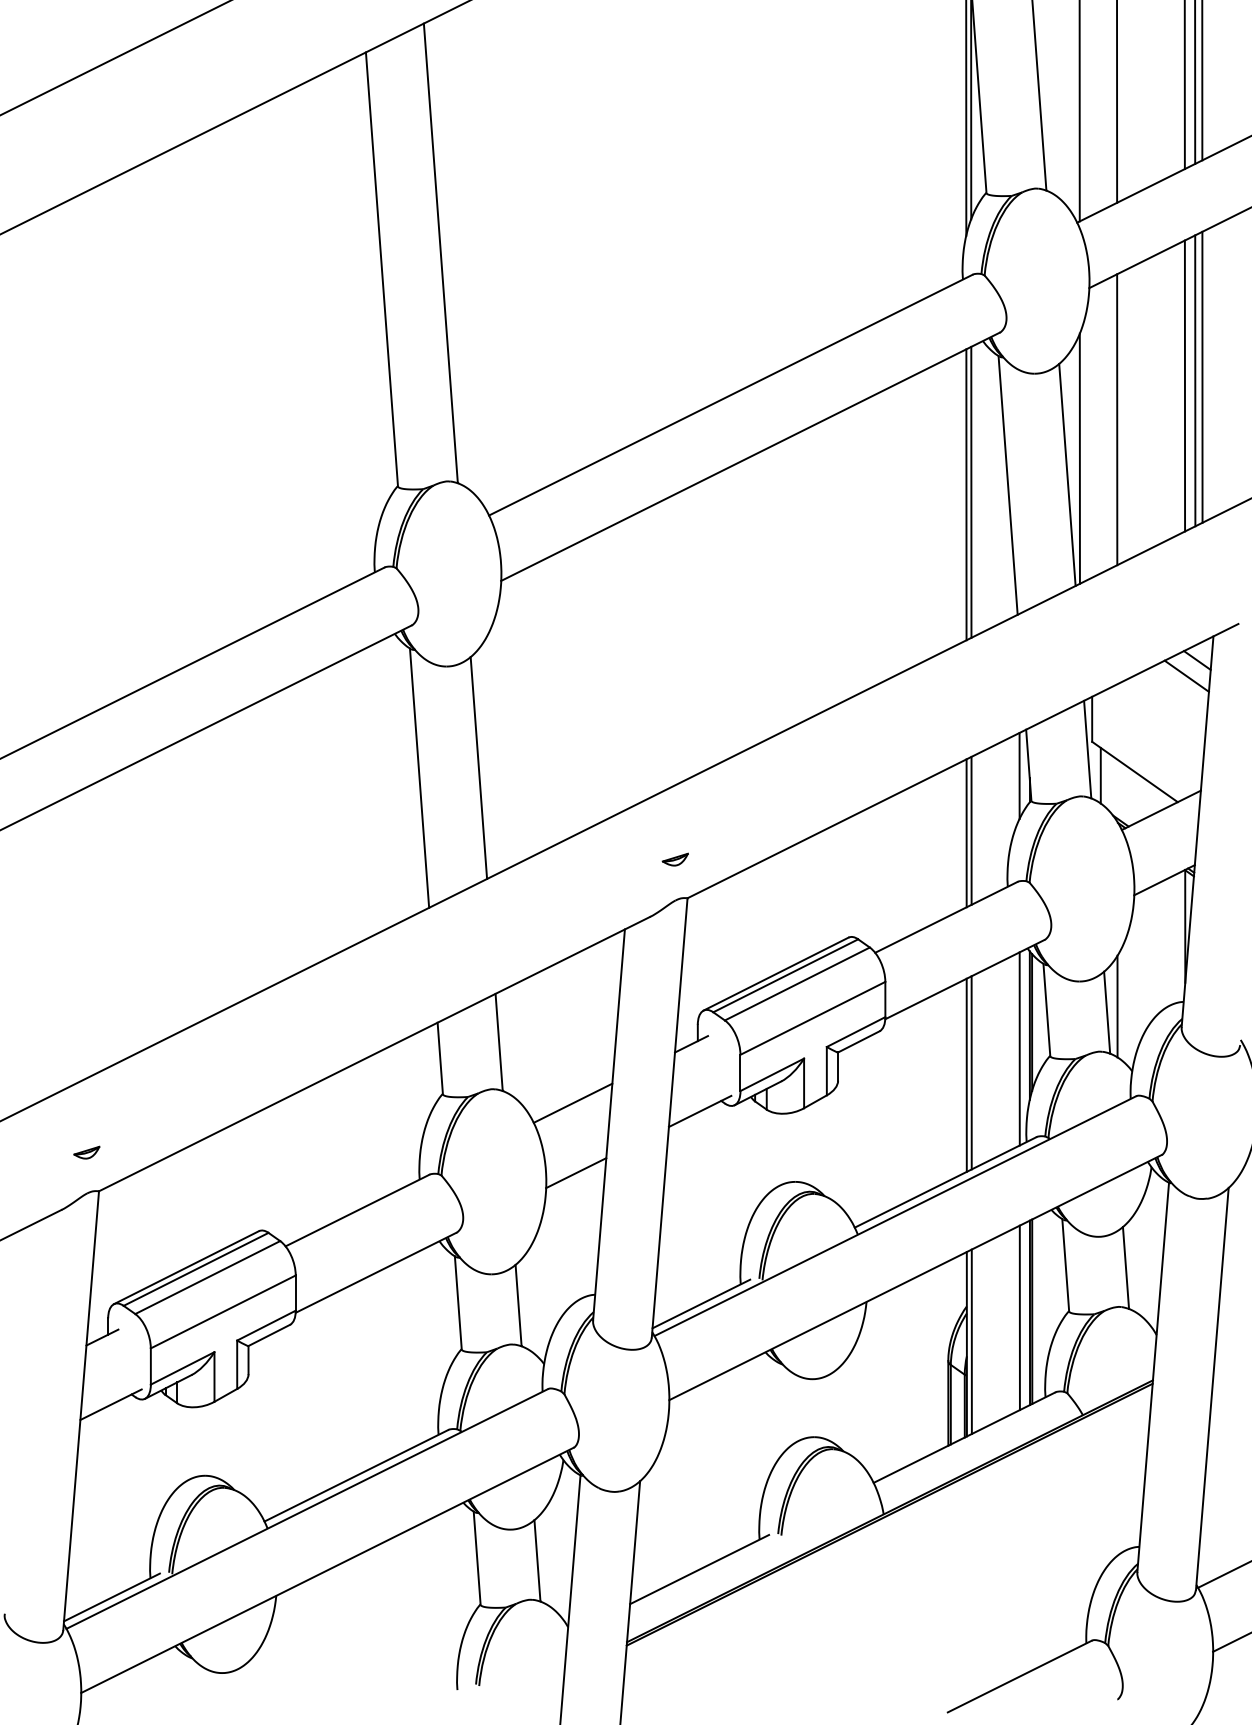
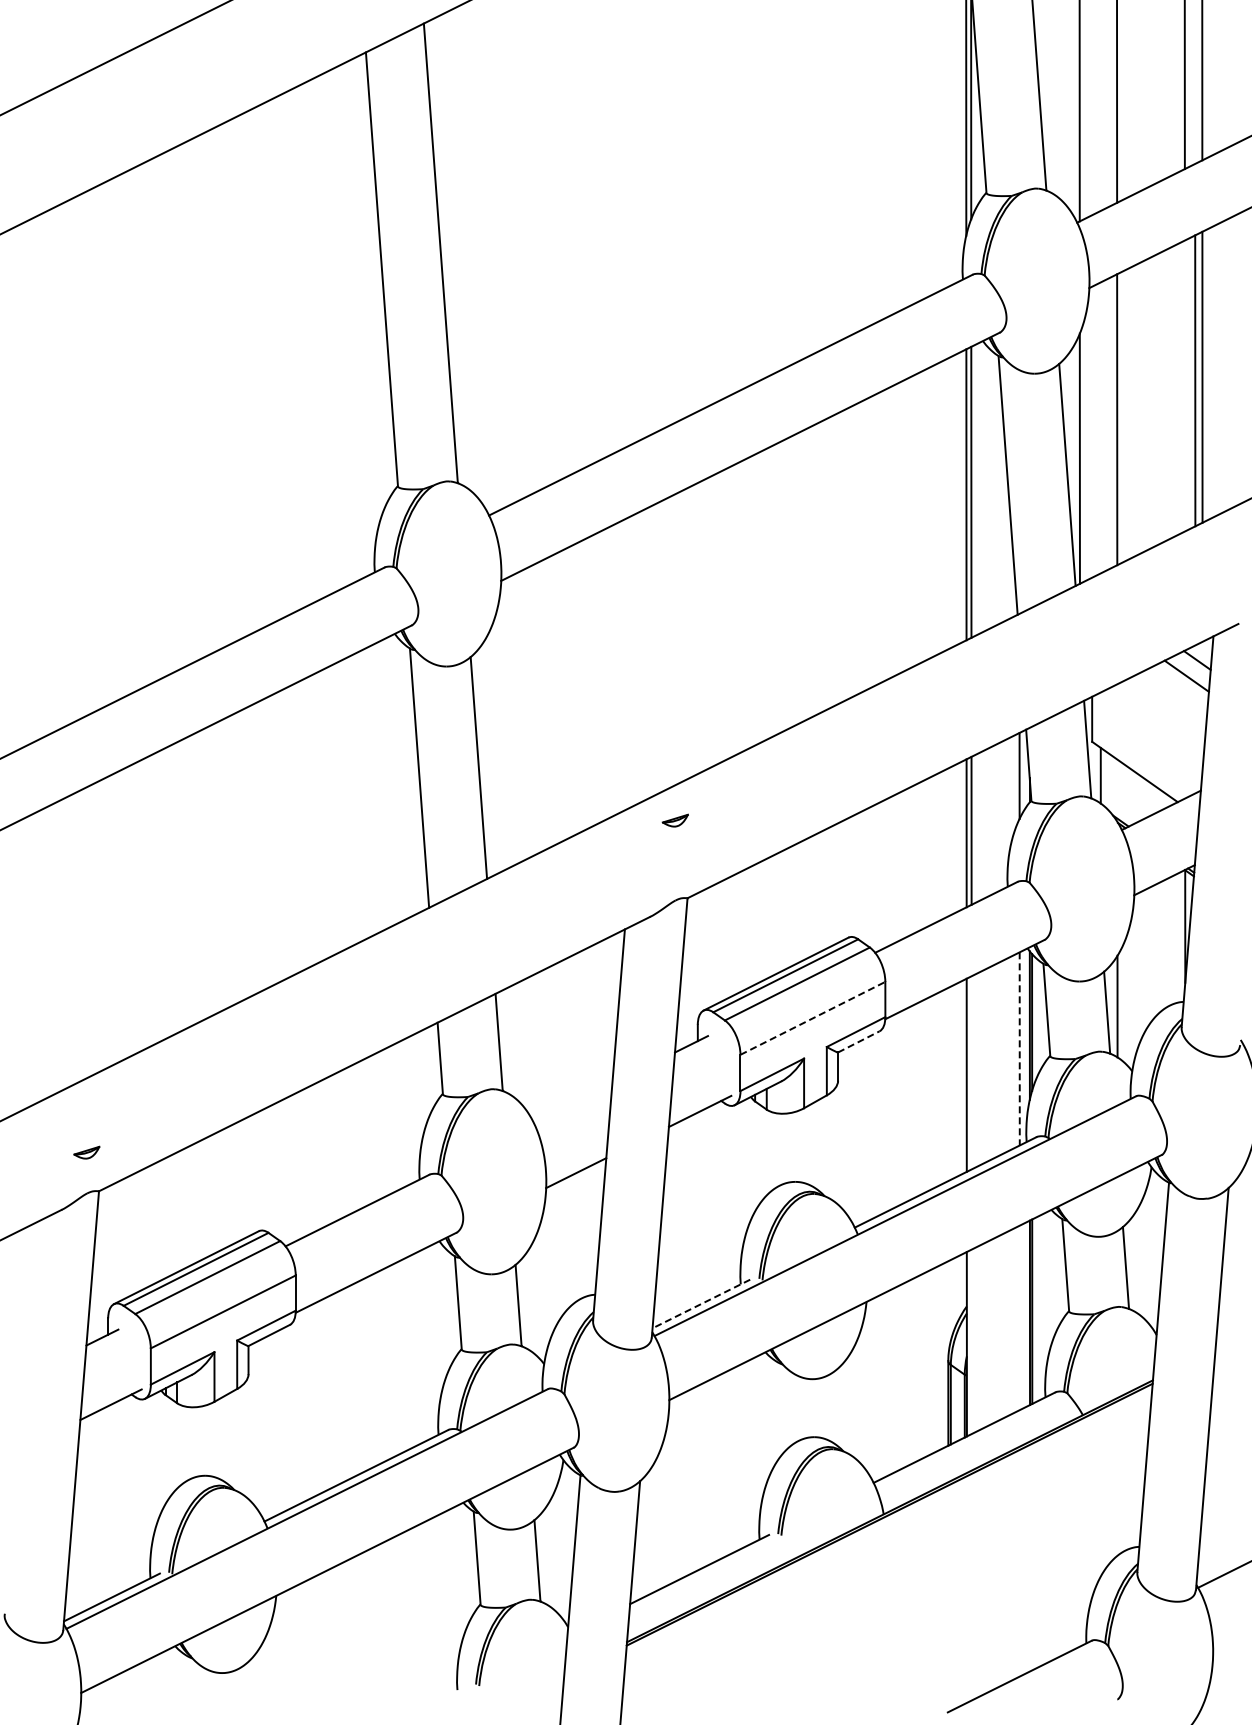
line at (1195, 82): present -> none
line at (1184, 385): present -> none
part at (674, 859) position: (674, 859) -> (674, 820)
line at (813, 1018): solid -> dashed
line at (859, 1041): solid -> dashed
line at (1019, 1048): solid -> dashed
line at (971, 1072): present -> none
line at (572, 1102): present -> none
line at (701, 1304): solid -> dashed
line at (1019, 1317): present -> none
line at (971, 1341): present -> none
line at (1230, 1642): present -> none
